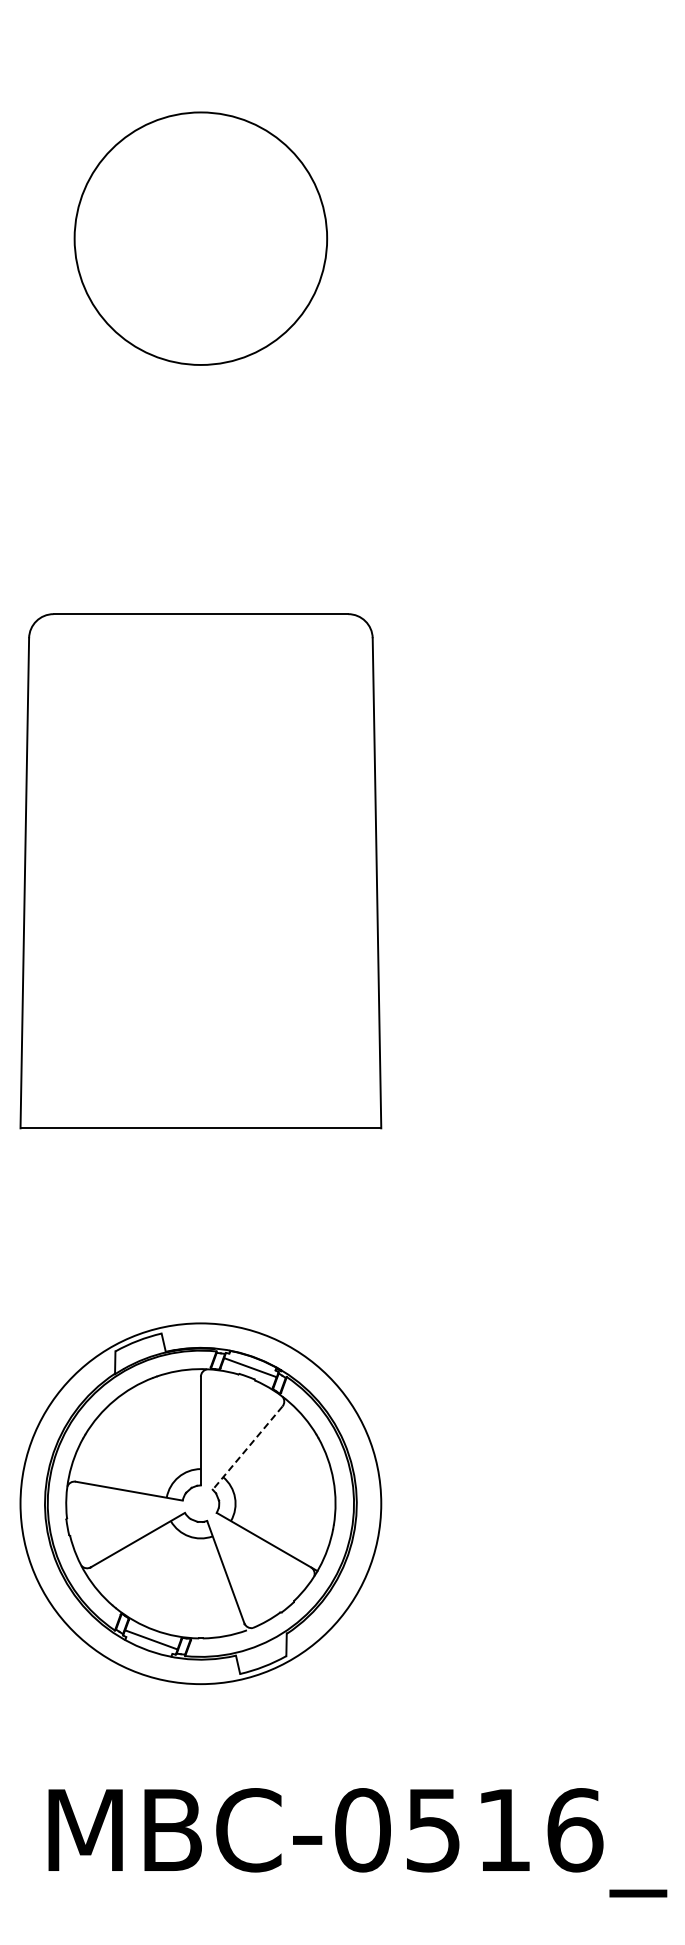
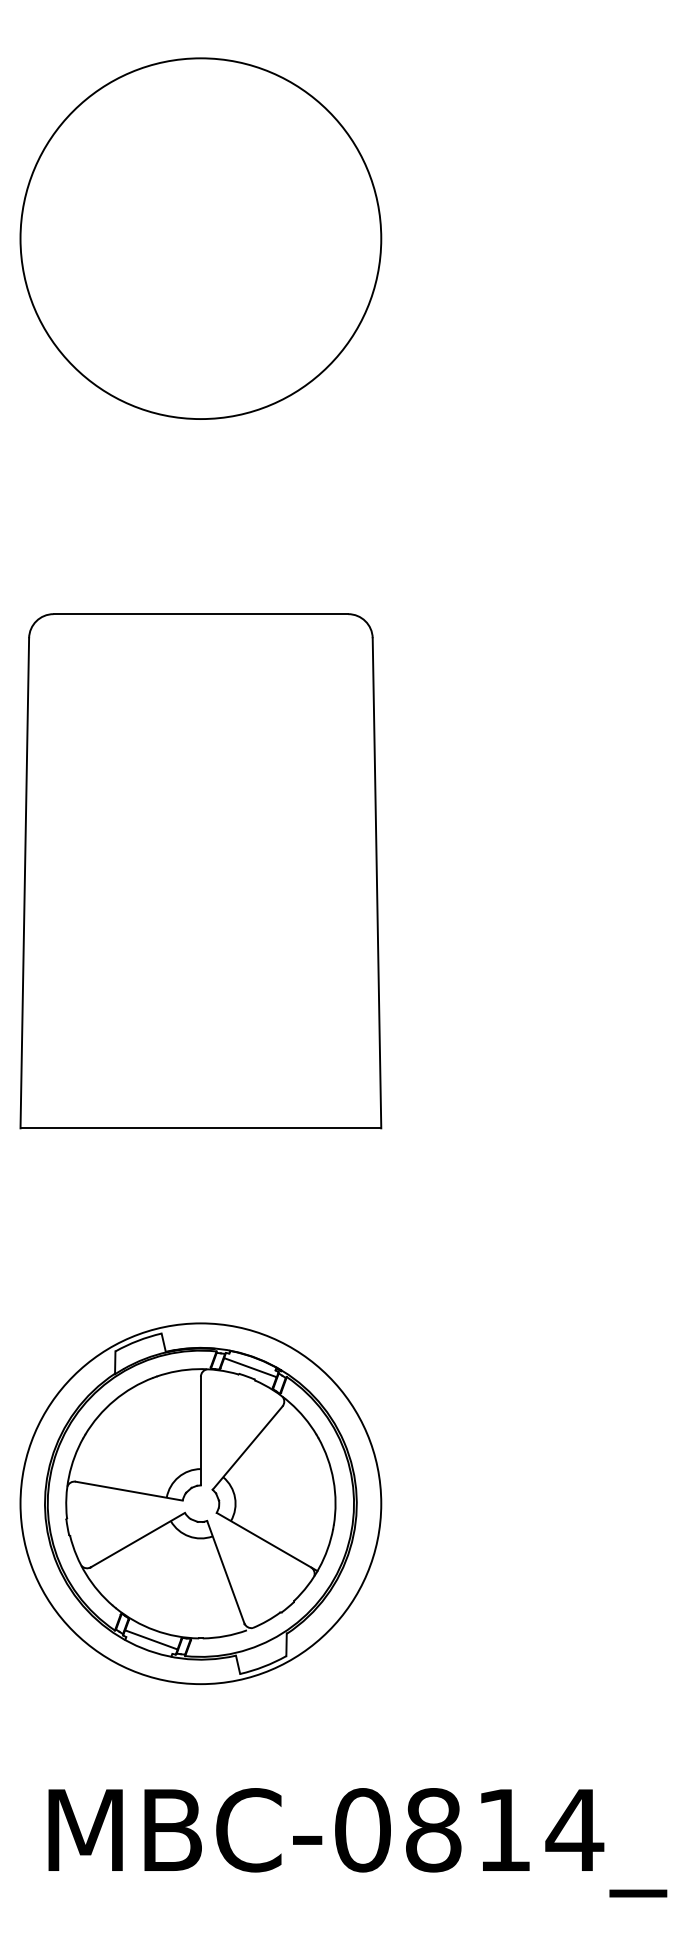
circle at (200, 238) diameter: 253 px -> 361 px
line at (247, 1448): dashed -> solid
text at (505, 1830): MBC-0516_ -> MBC-0814_
